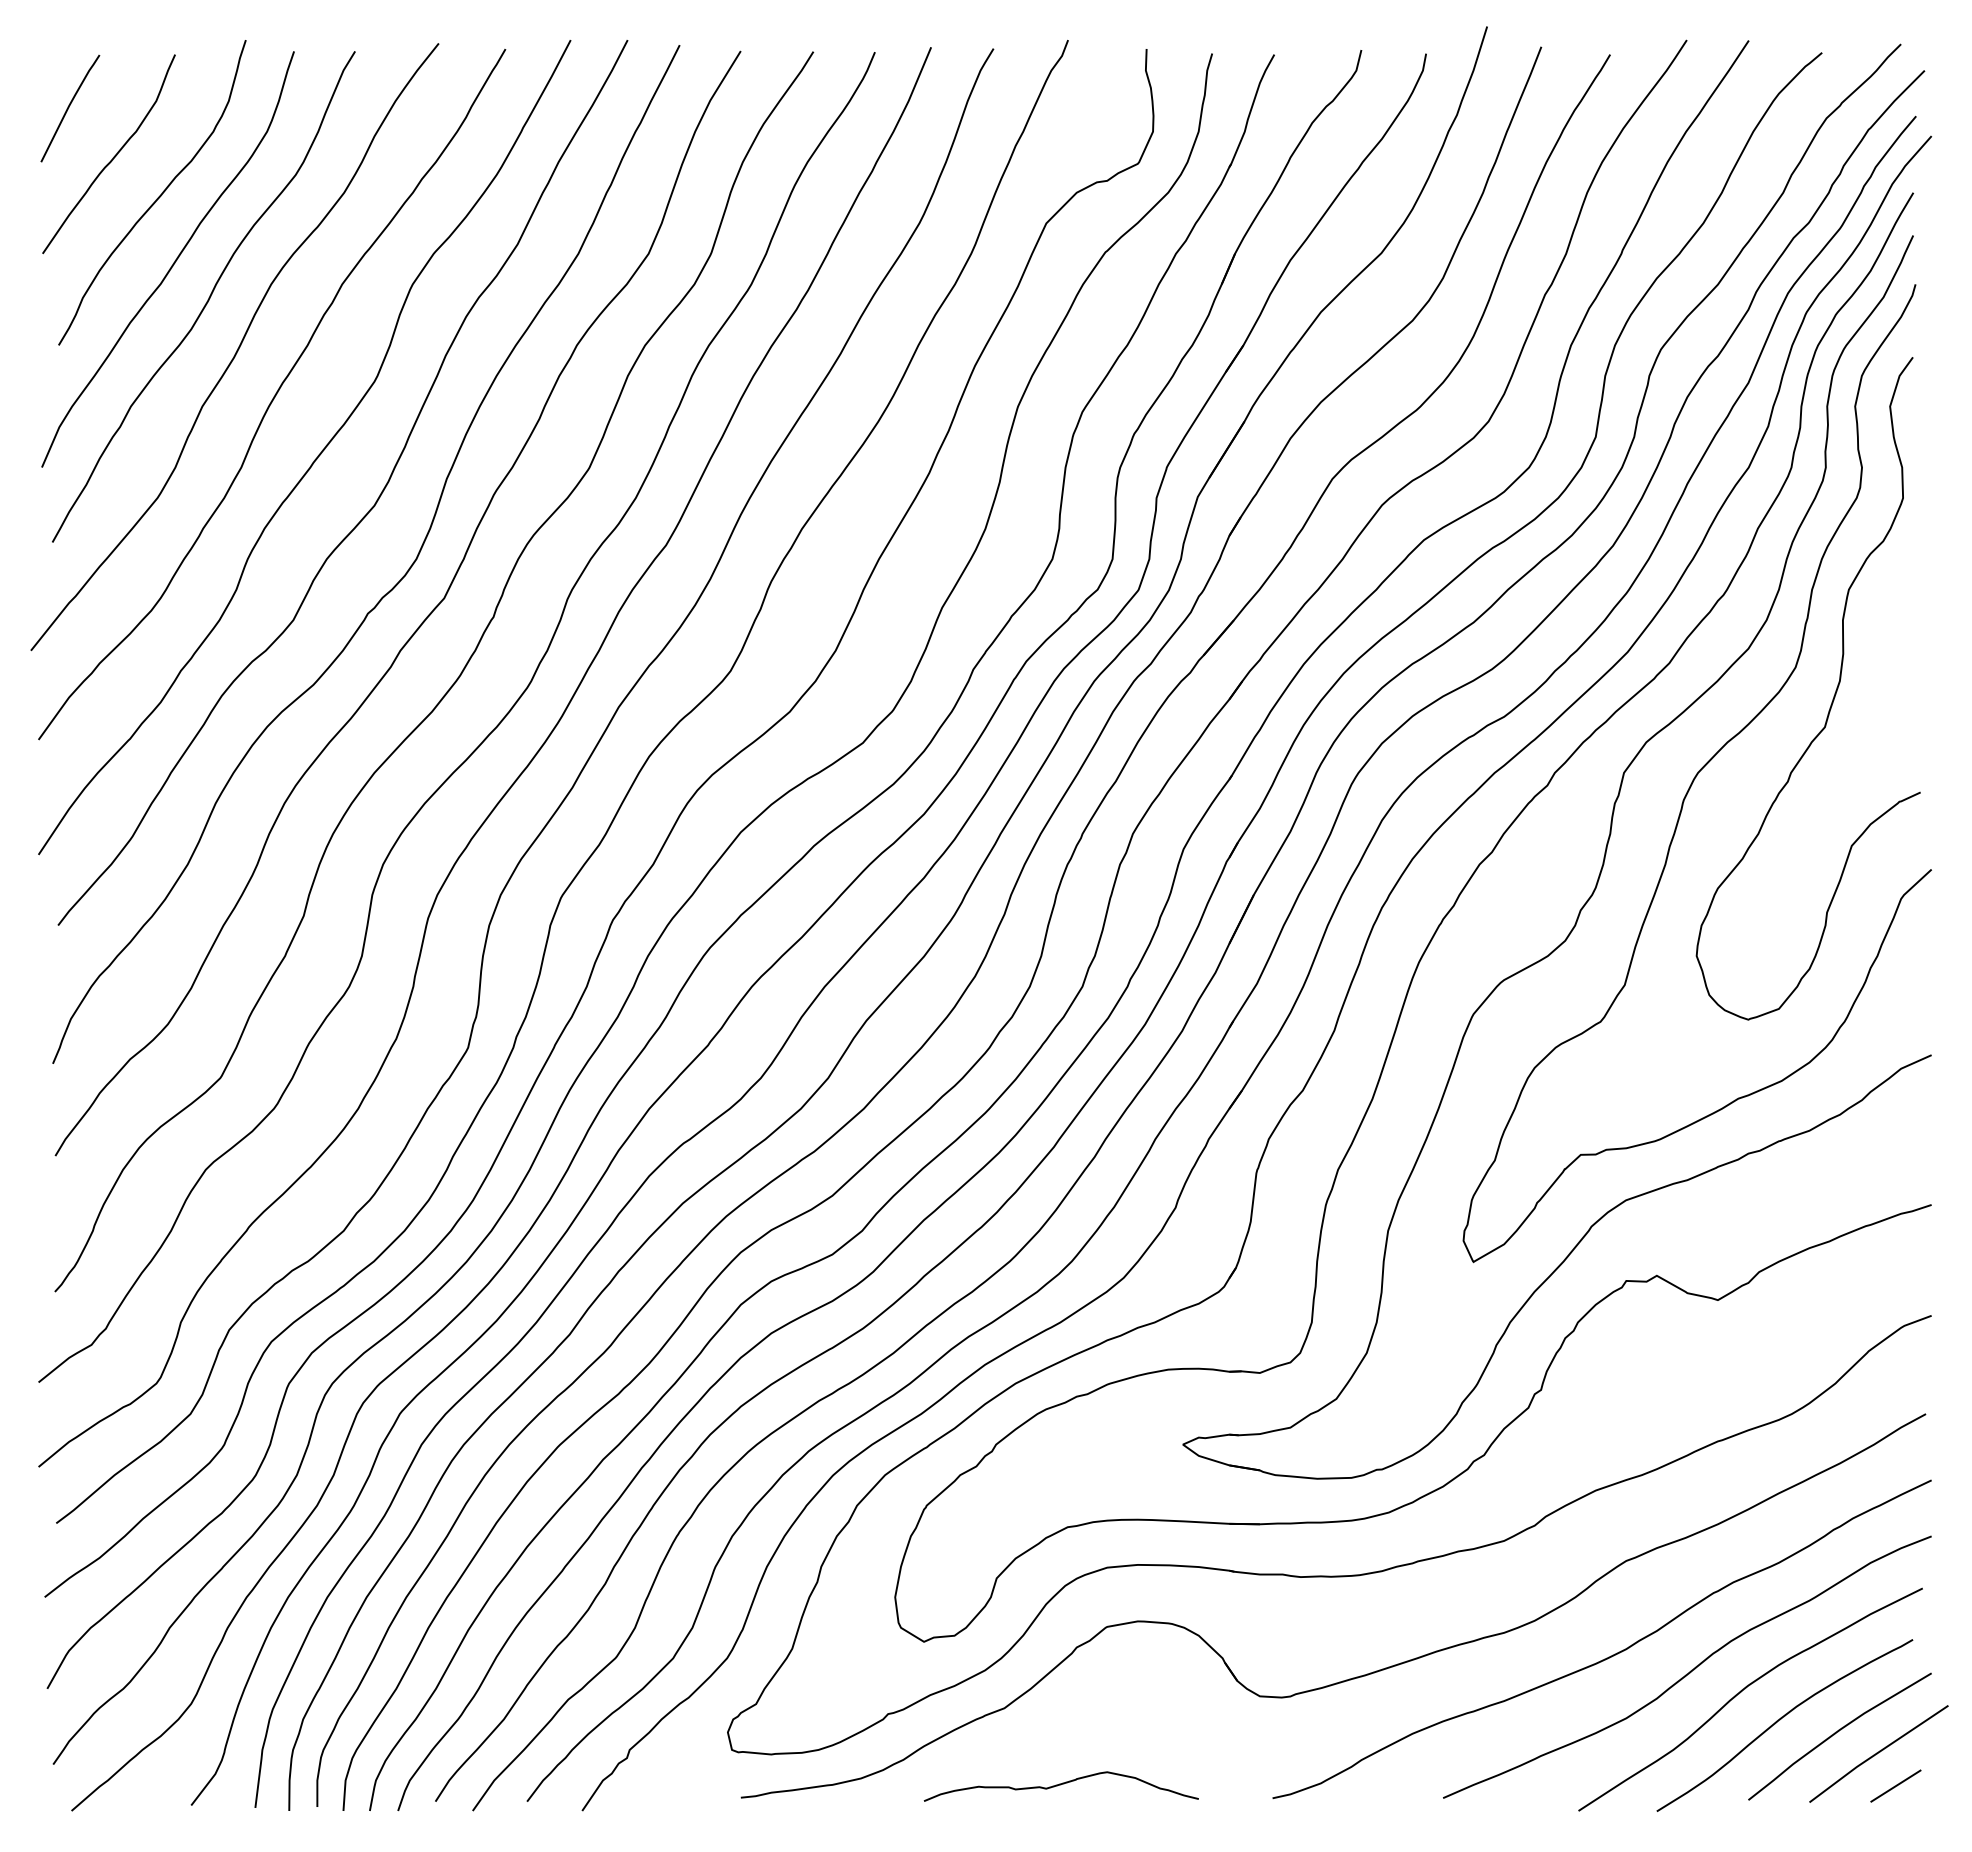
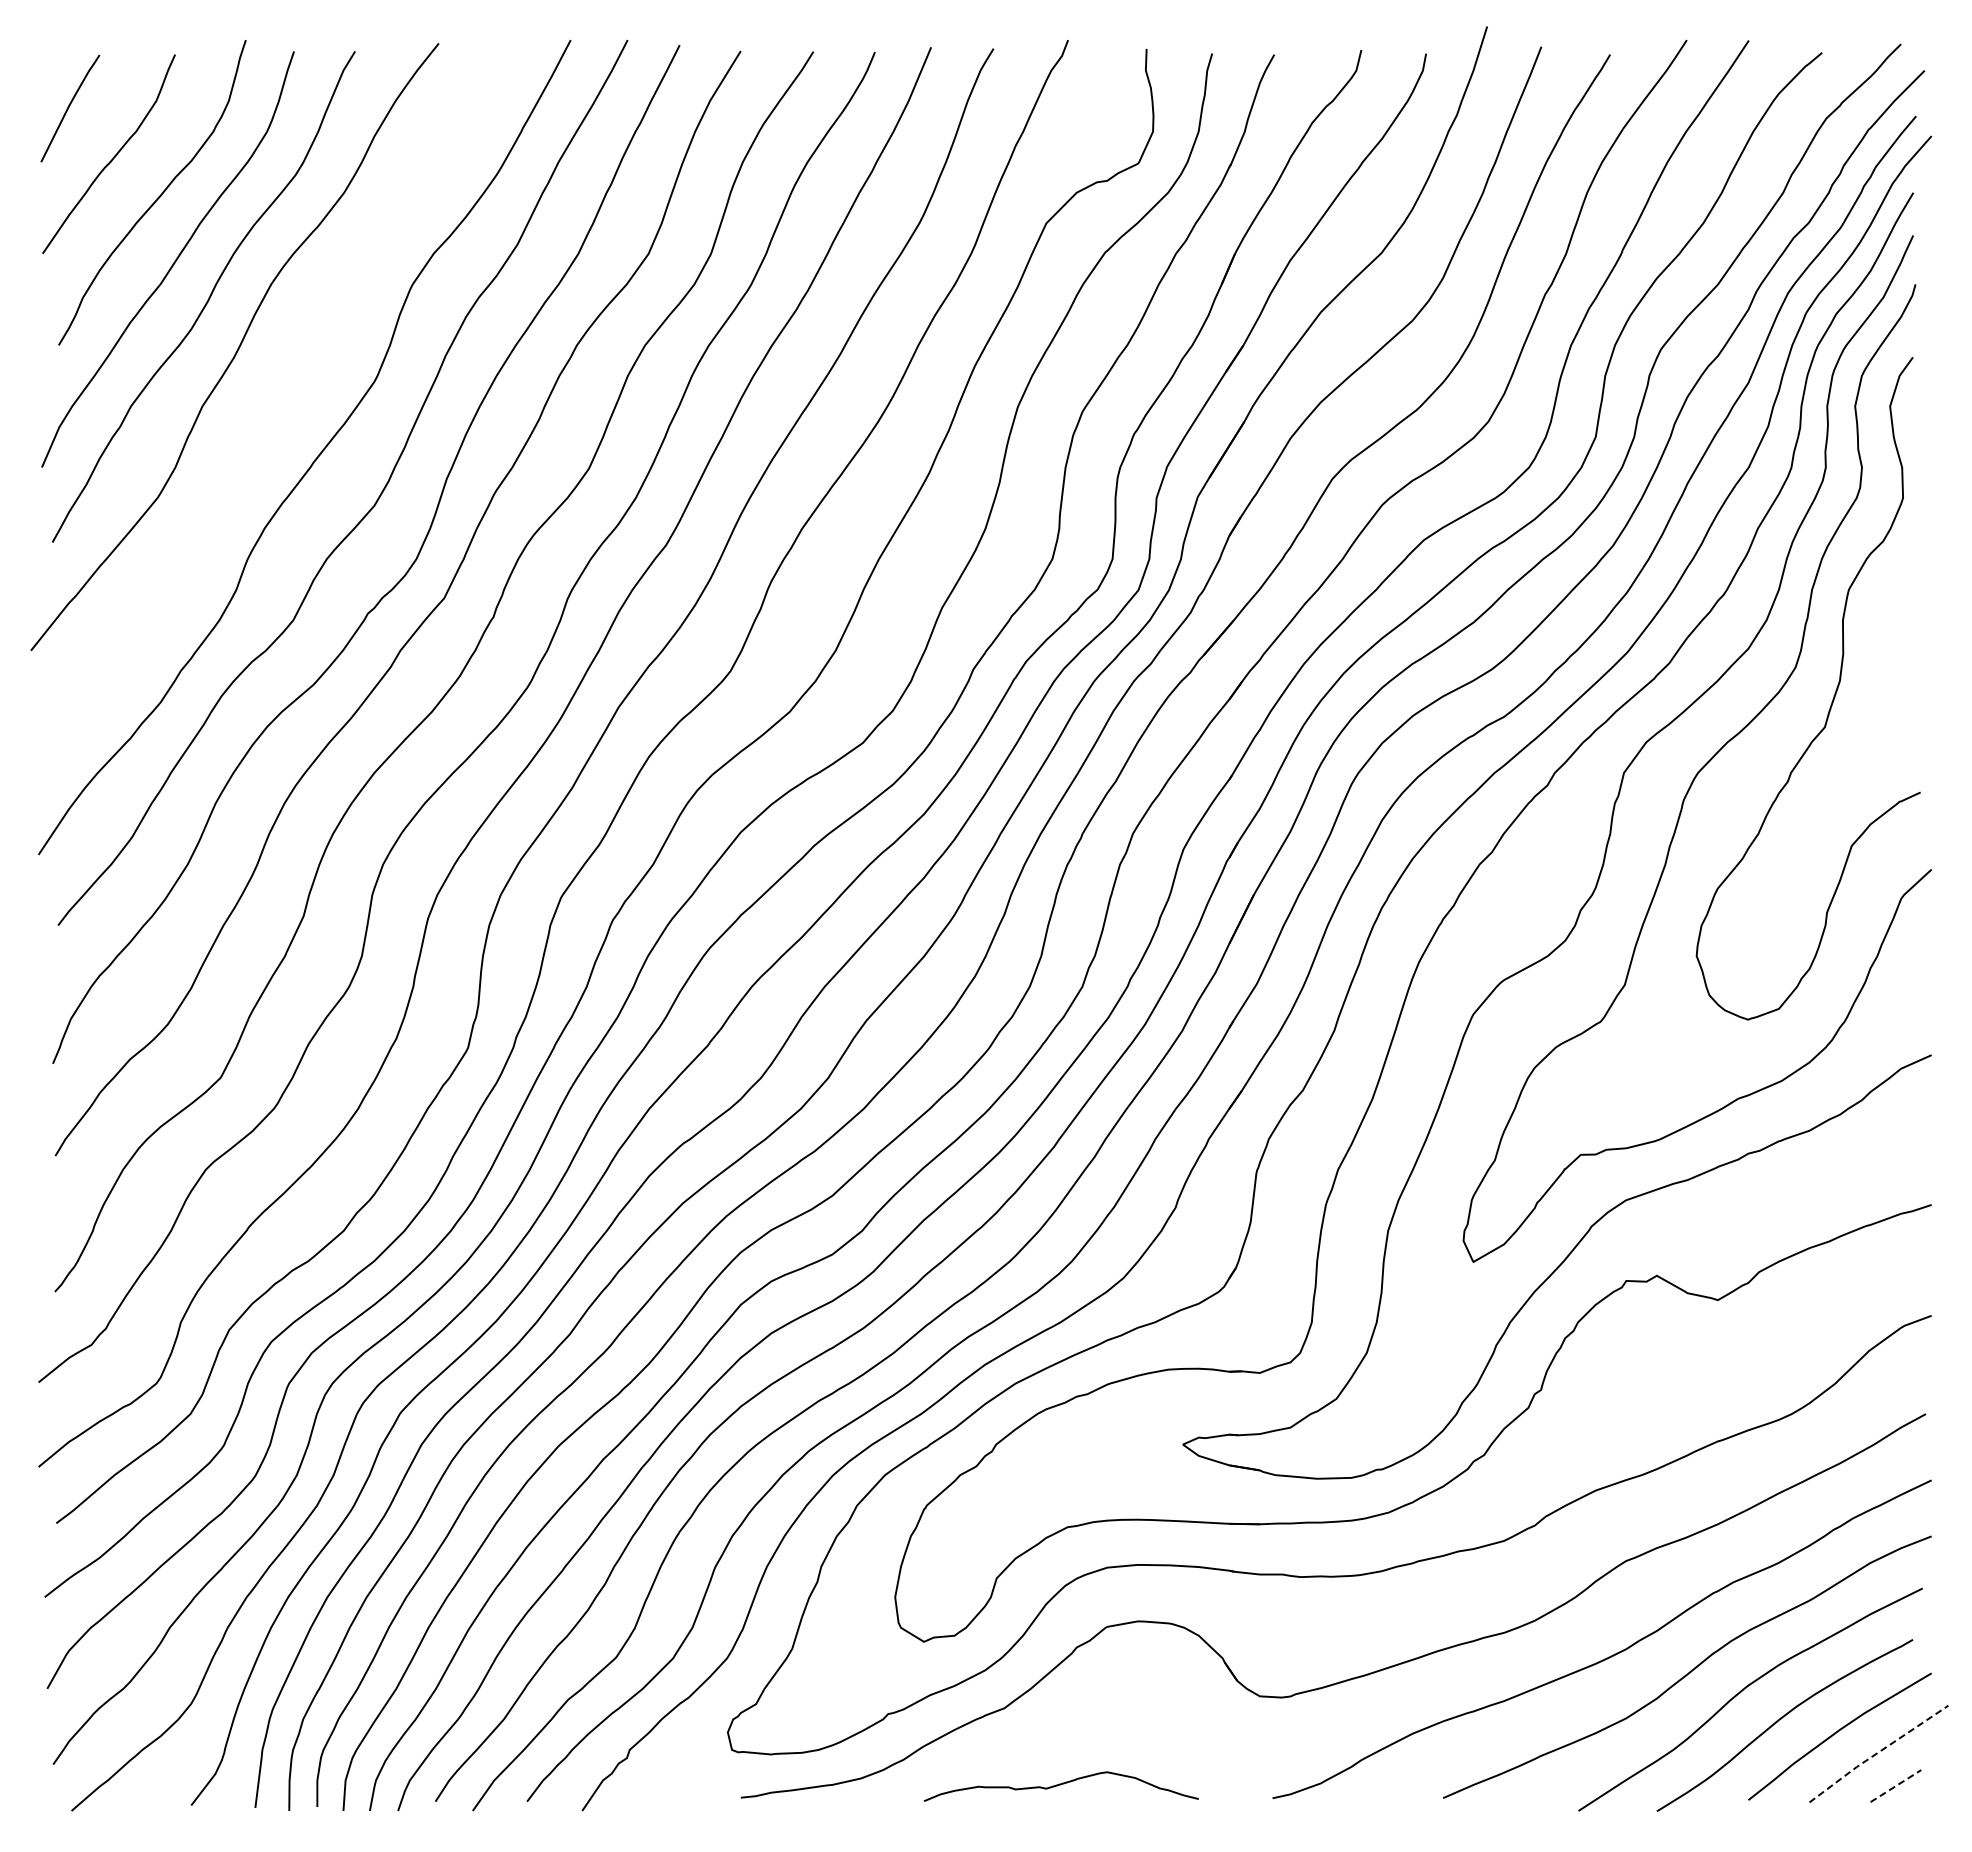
curve at (274, 394): present -> none
line at (1877, 1753): solid -> dashed
line at (1895, 1786): solid -> dashed
